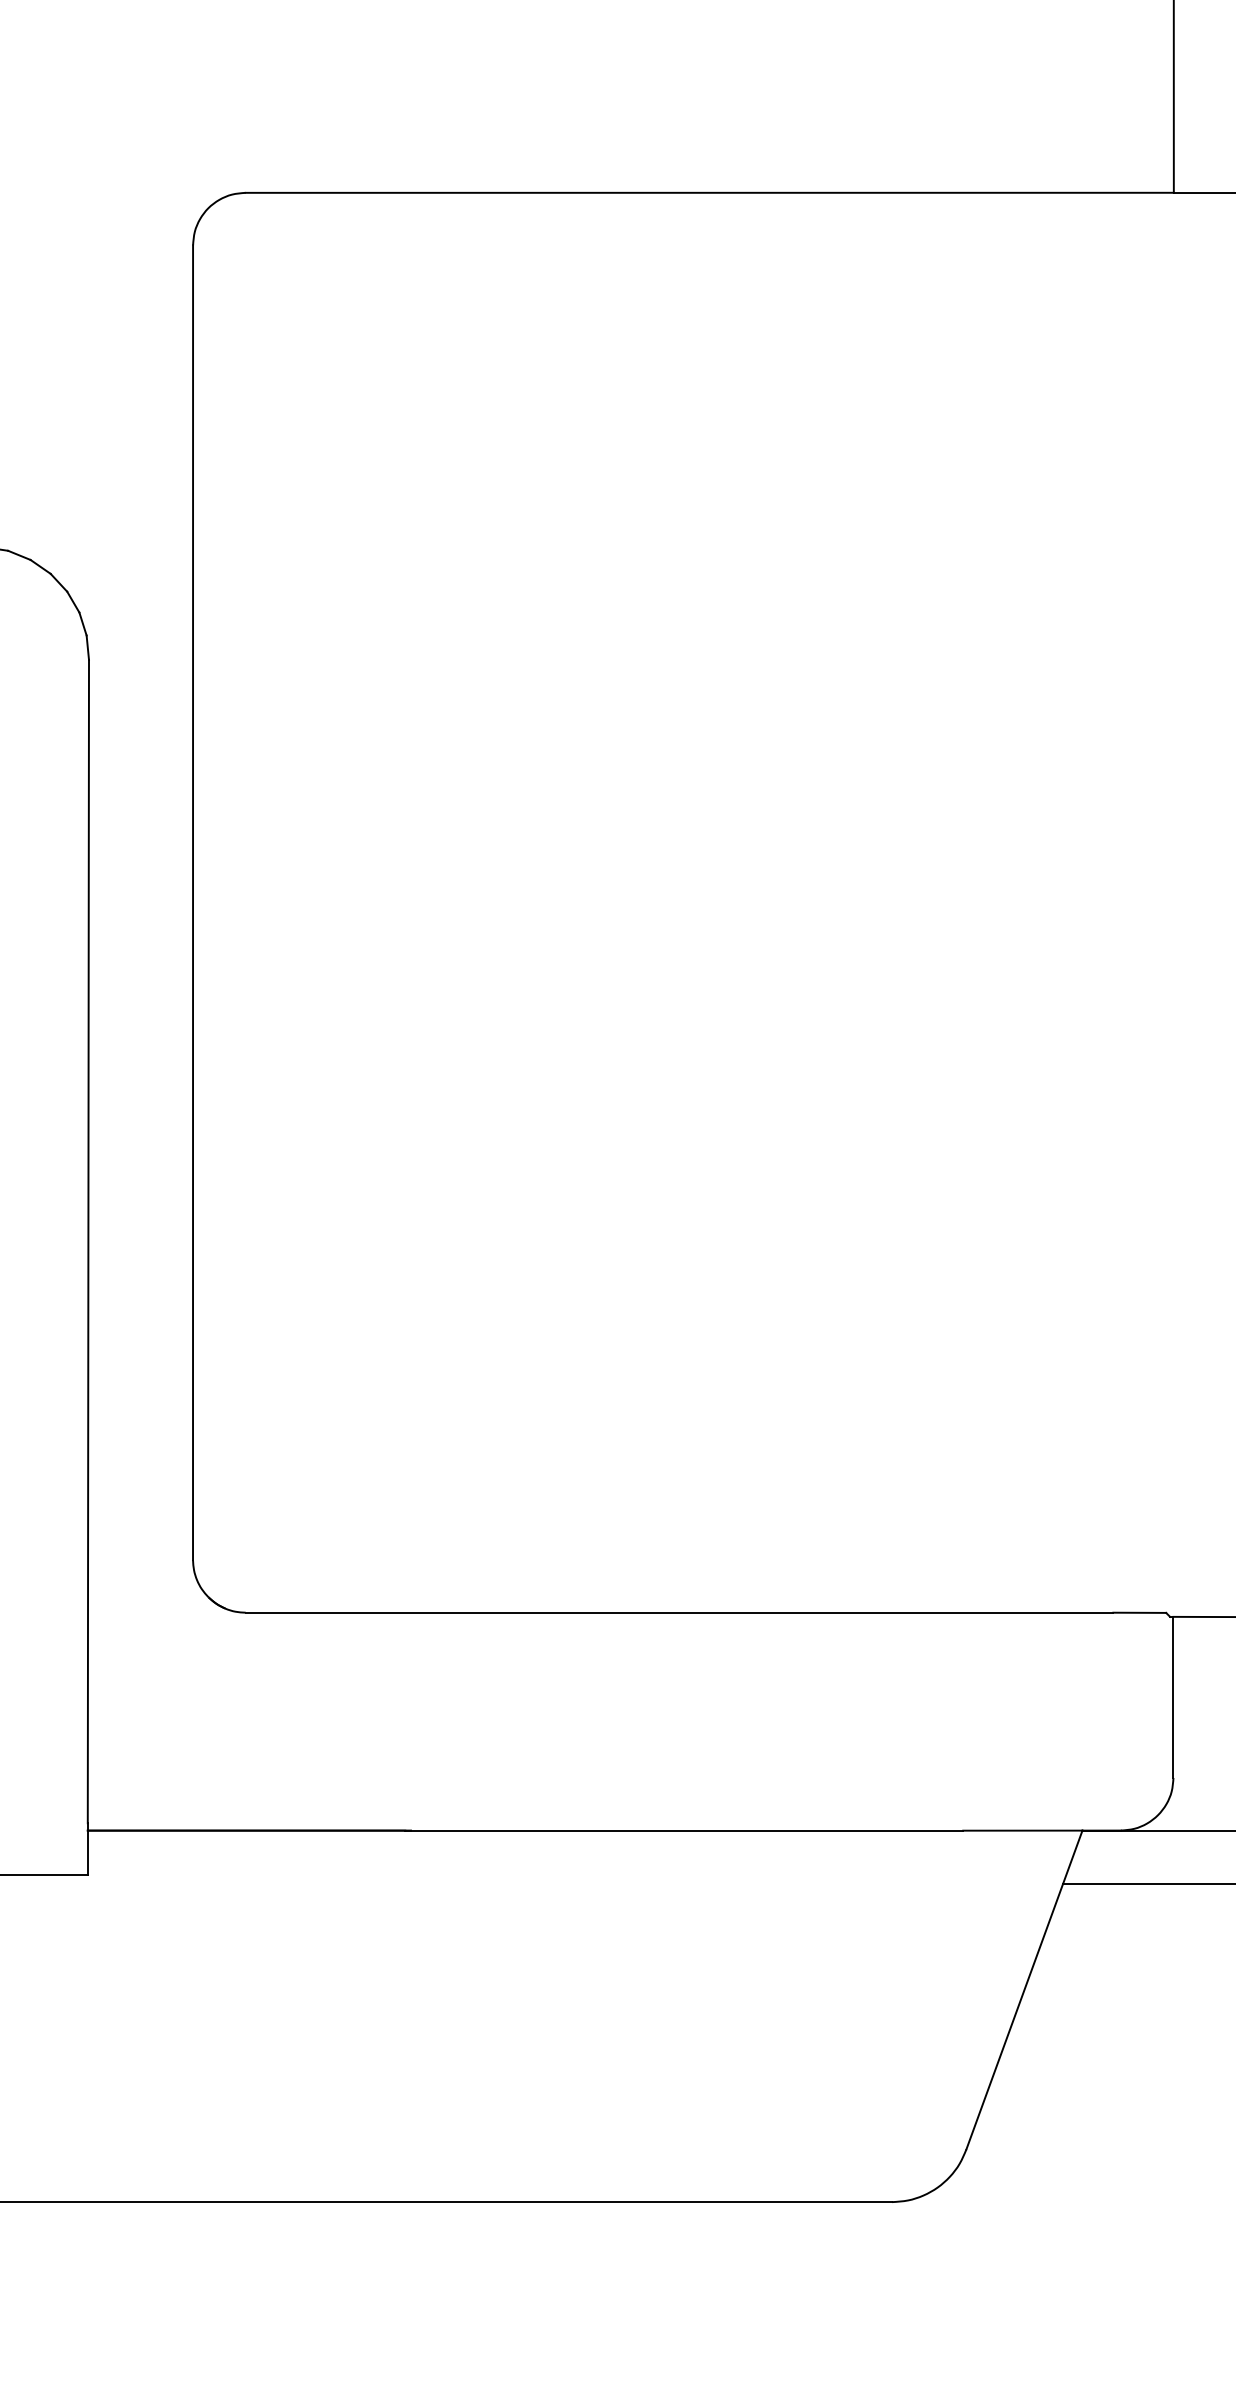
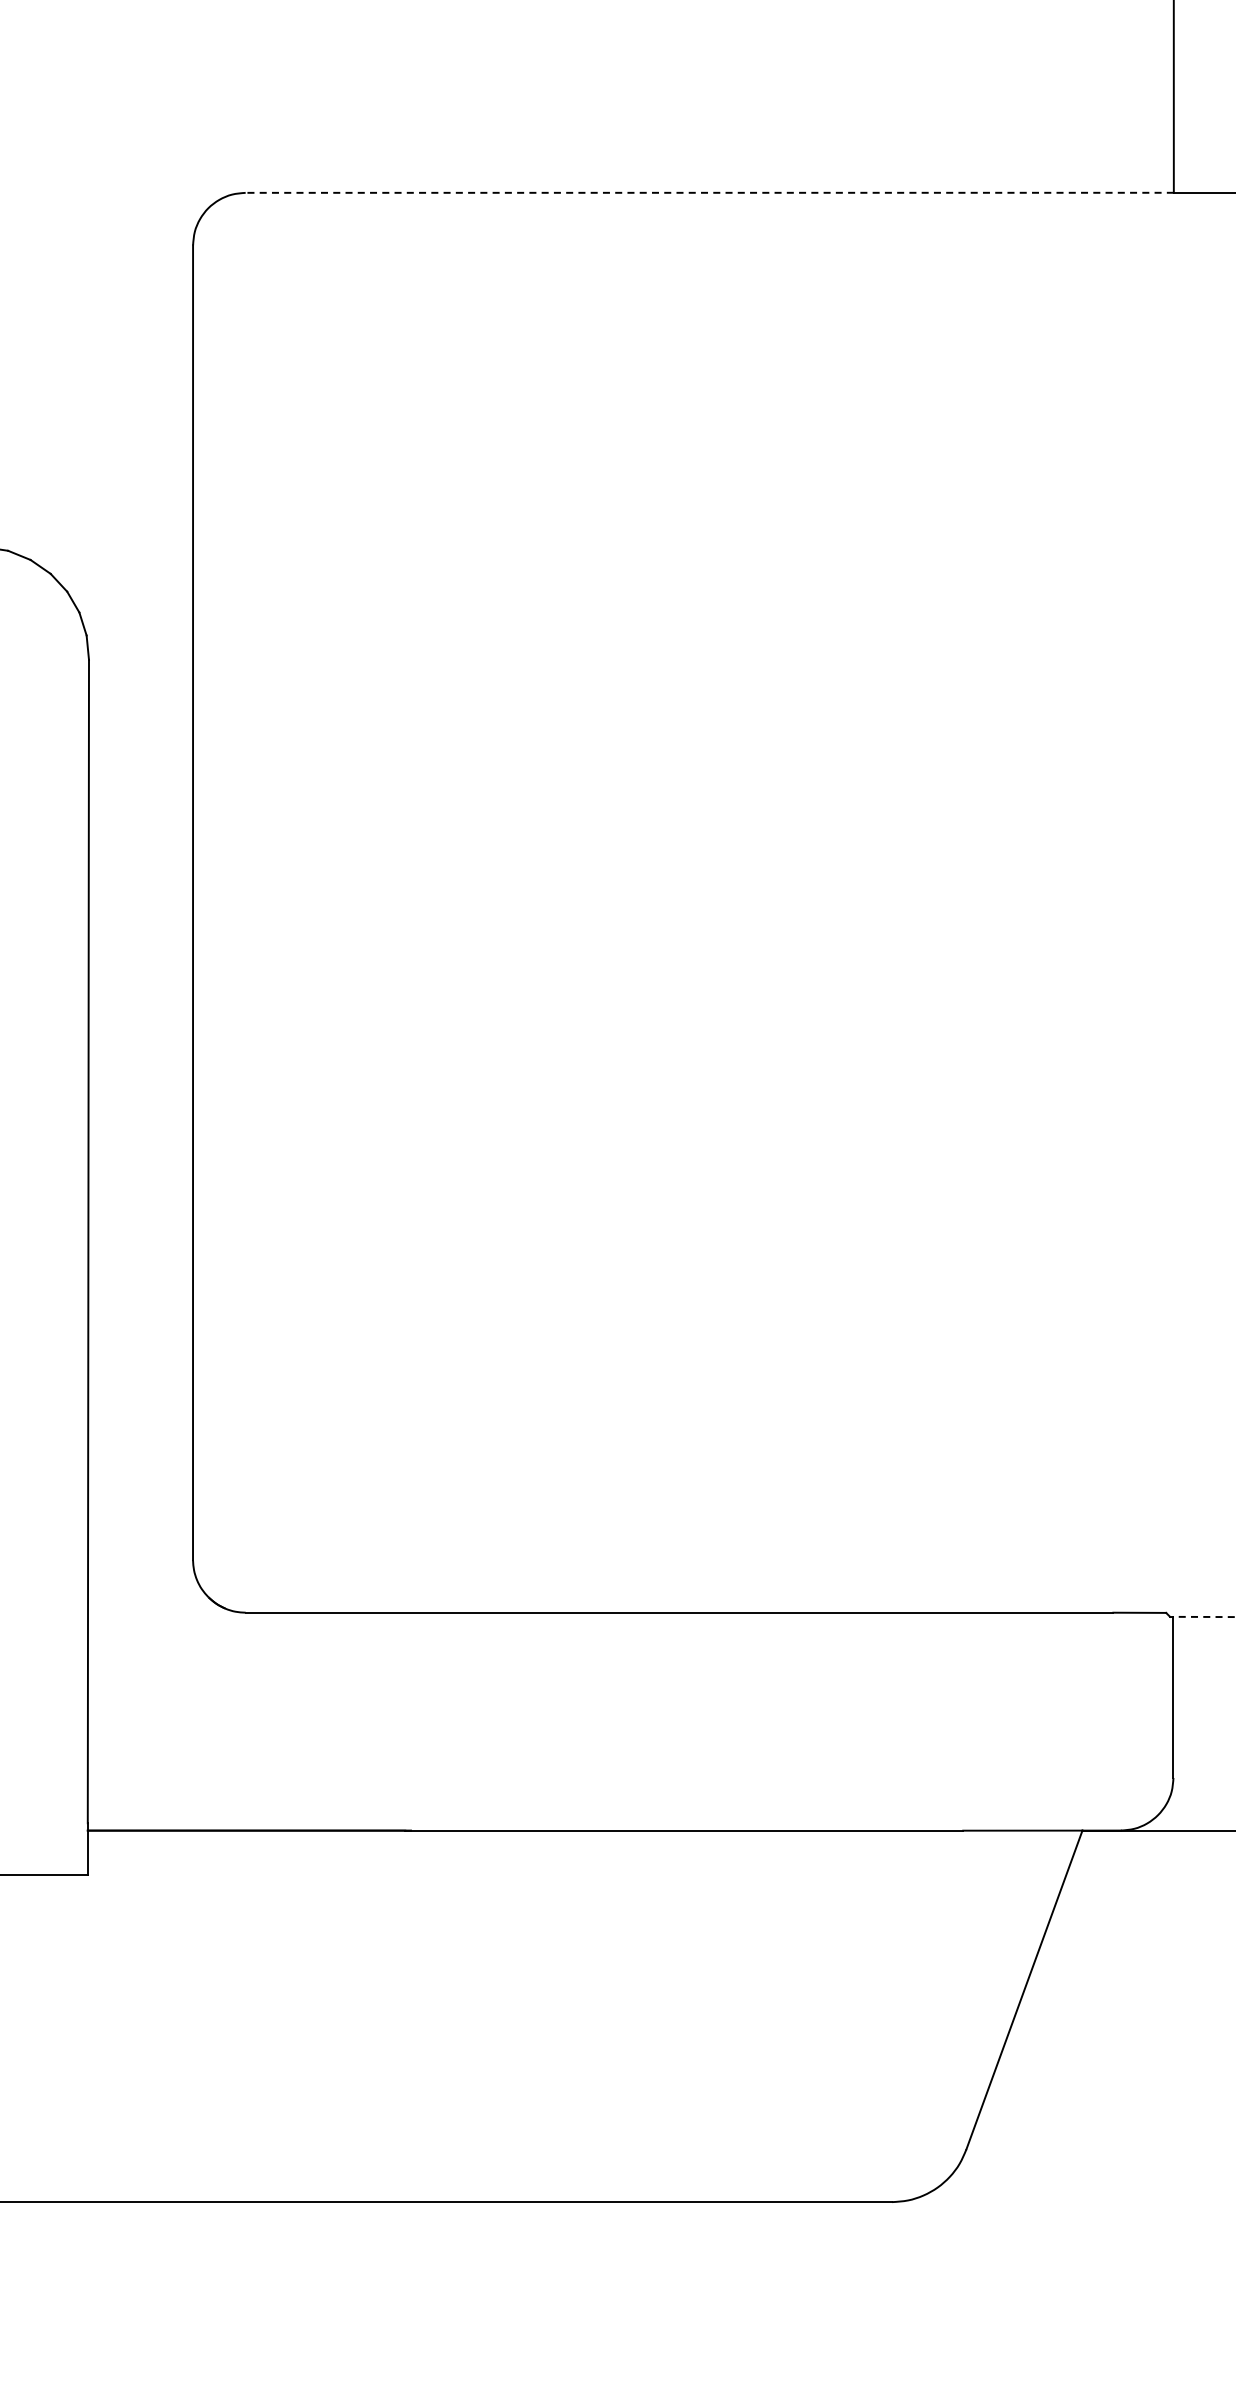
line at (709, 192): solid -> dashed
line at (1204, 1616): solid -> dashed
line at (1147, 1883): present -> none
